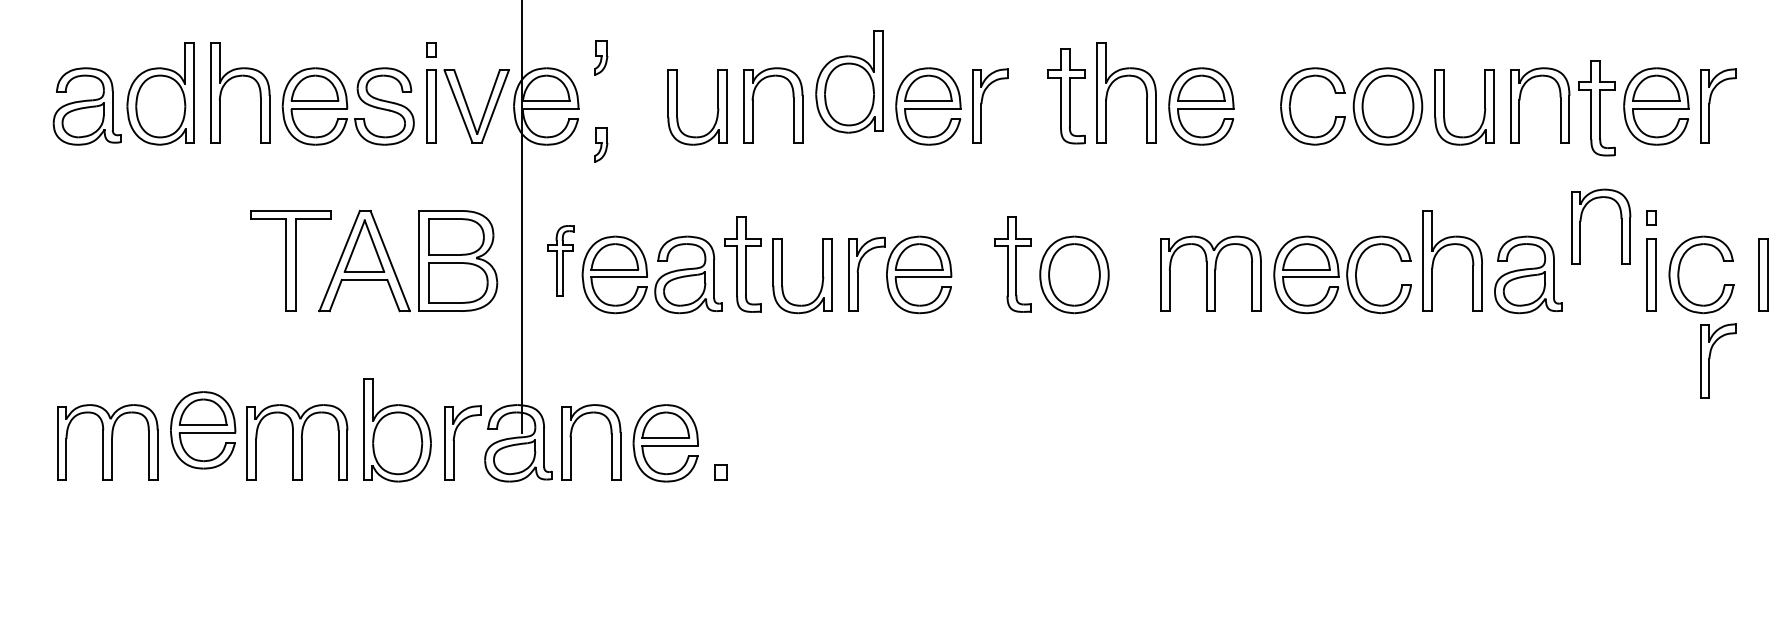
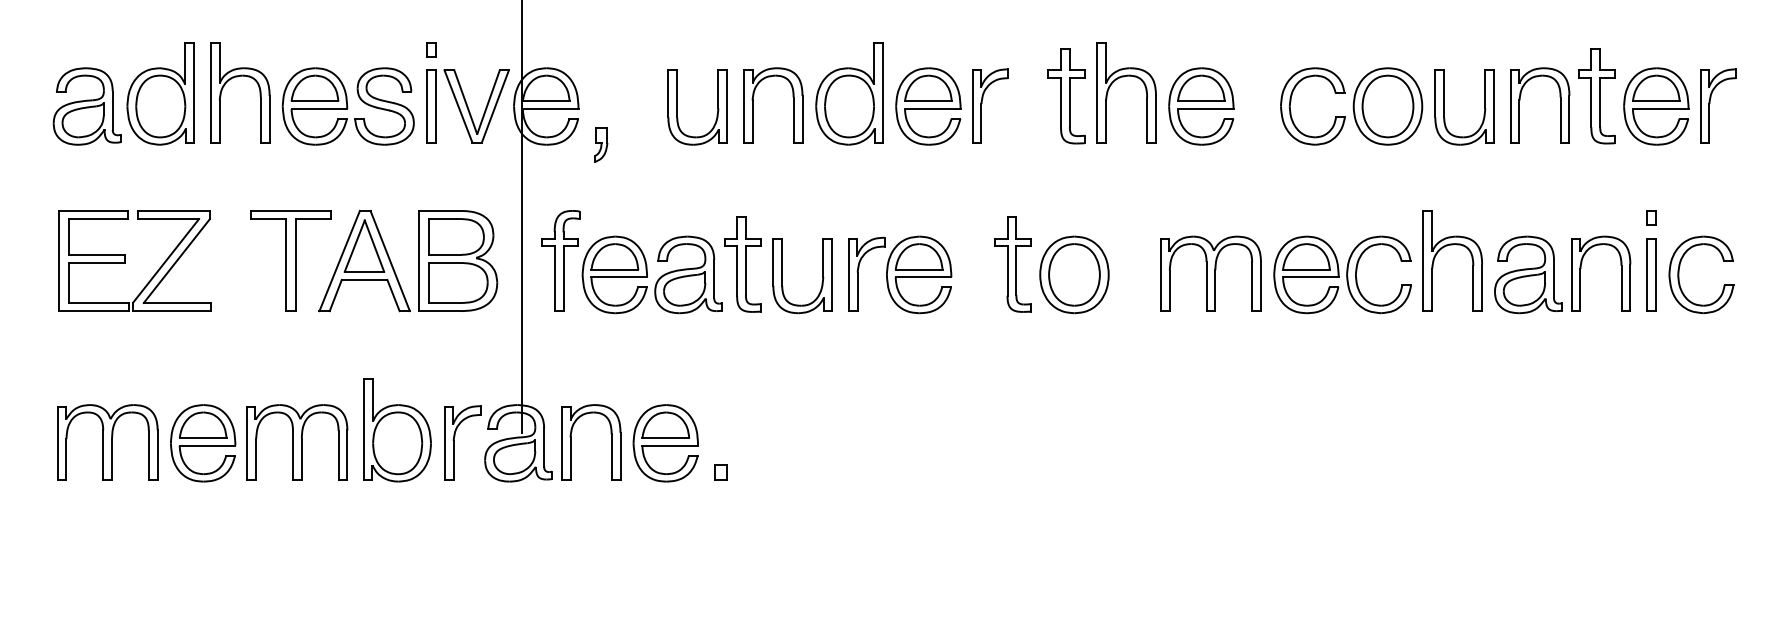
part at (601, 57): present -> none
part at (849, 81) position: (849, 81) -> (849, 93)
part at (1596, 108) position: (1596, 108) -> (1596, 96)
part at (1621, 226) position: (1621, 226) -> (1621, 273)
part at (125, 260): none -> present
part at (560, 260) size: 28x72 px -> 40x102 px
part at (1763, 274): present -> none
part at (1710, 358): present -> none
part at (203, 430) position: (203, 430) -> (203, 443)
